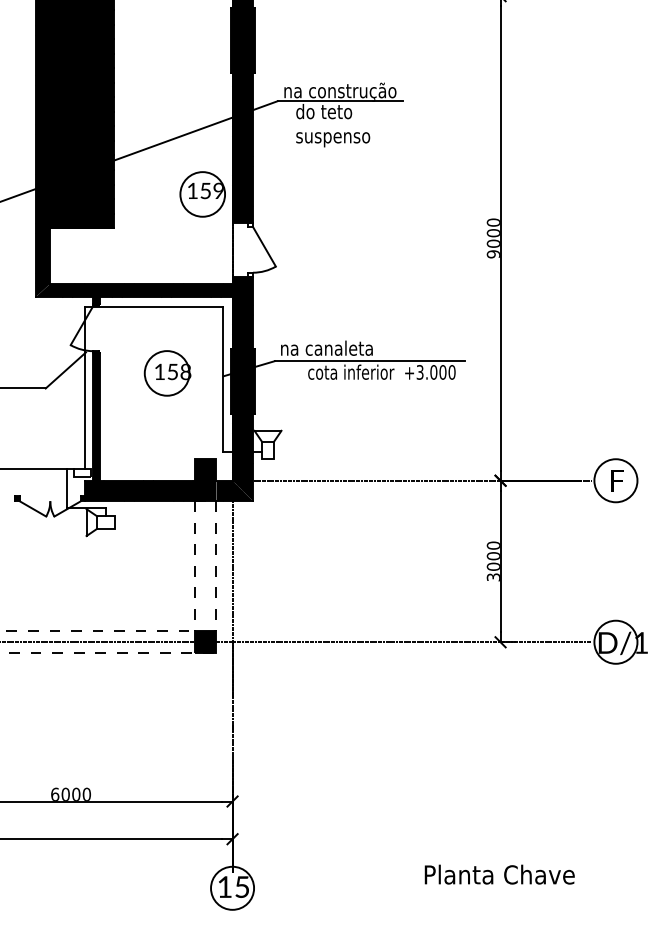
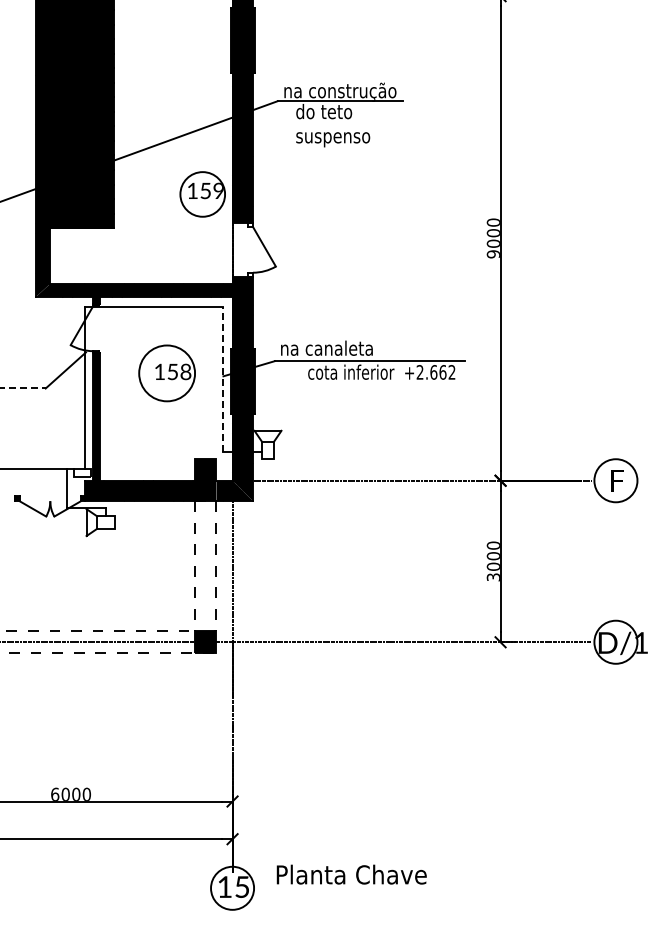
text at (435, 372): +3.000 -> +2.662
circle at (166, 373) diameter: 45 px -> 56 px
line at (223, 379): solid -> dashed
line at (23, 388): solid -> dashed
text at (499, 874) position: (499, 874) -> (351, 874)
